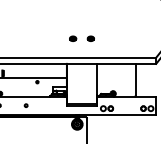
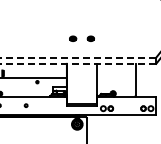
line at (78, 57): solid -> dashed
line at (78, 63): solid -> dashed
